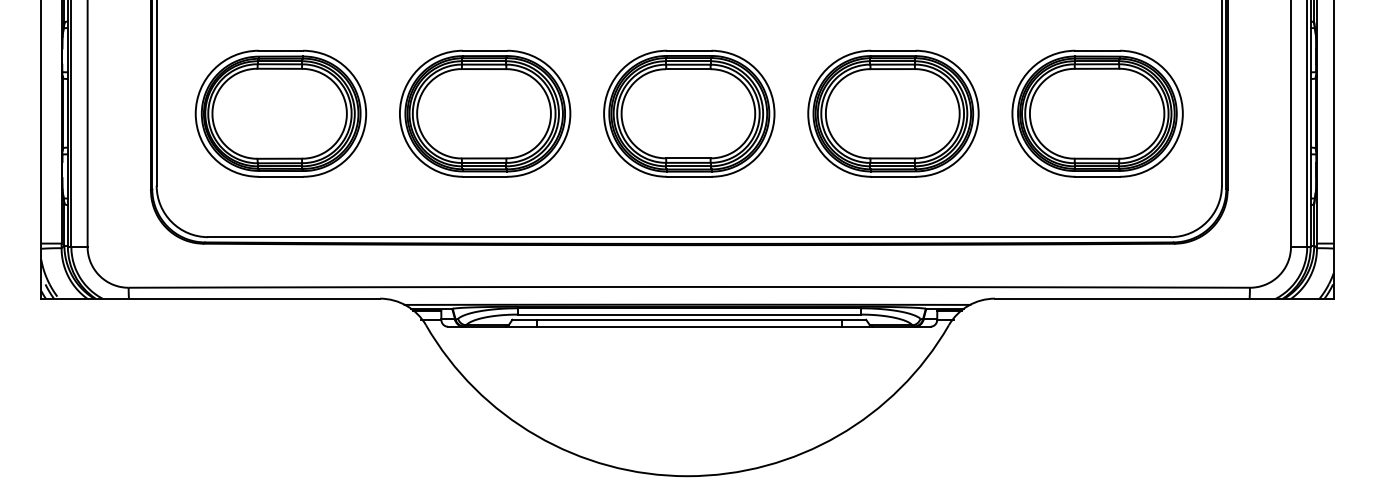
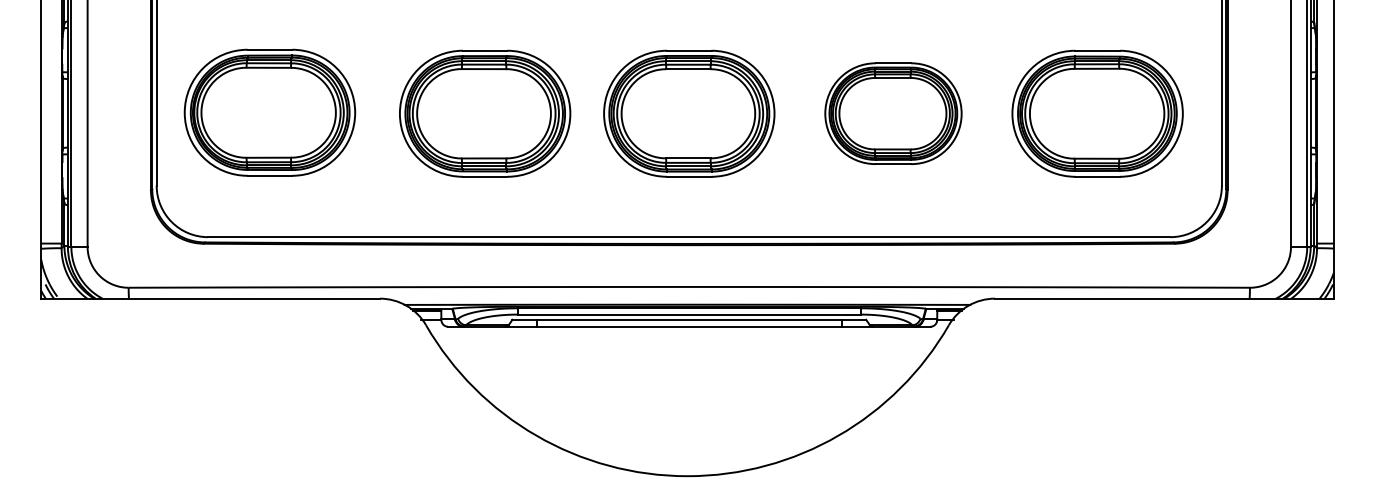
part at (280, 113) position: (280, 113) -> (269, 112)
part at (893, 113) size: 173x129 px -> 139x103 px
